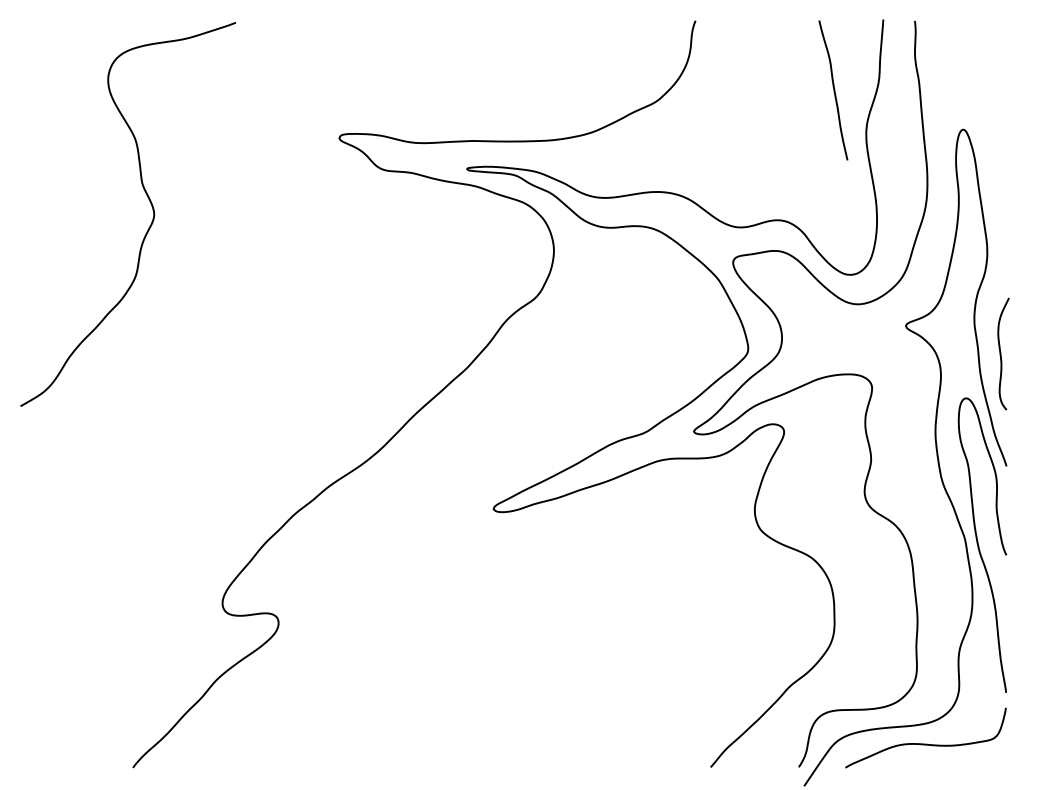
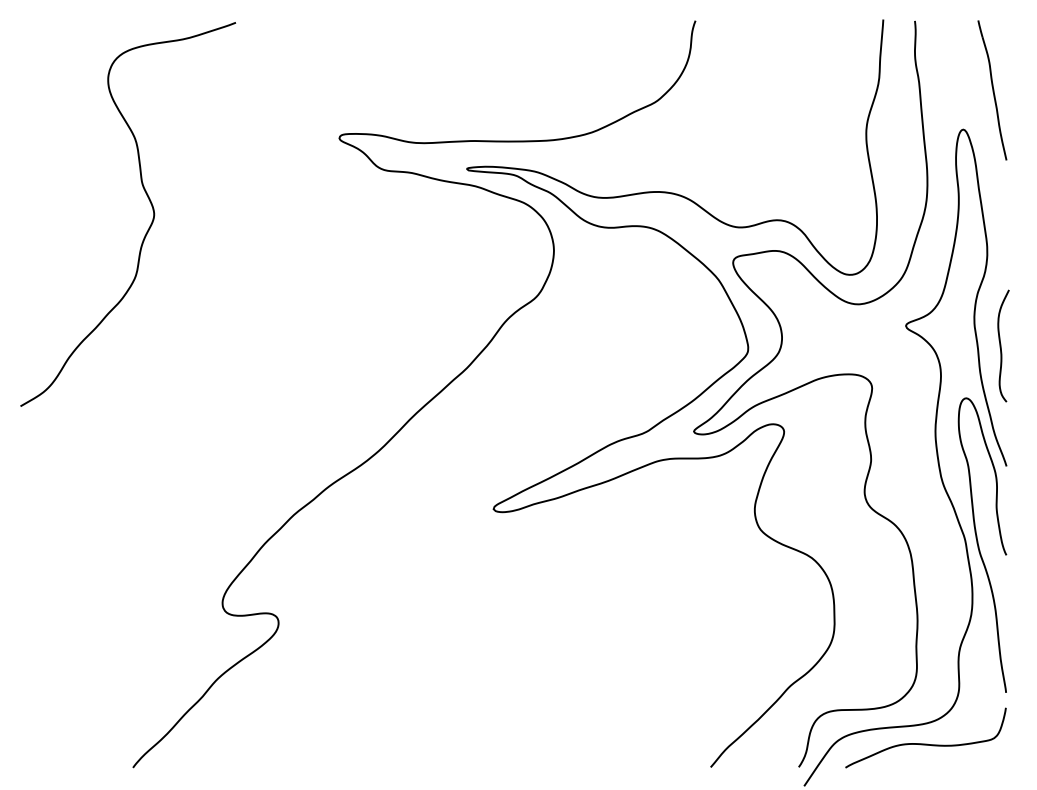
part at (833, 90) position: (833, 90) -> (992, 90)
curve at (1001, 353) position: (1001, 353) -> (1001, 345)
